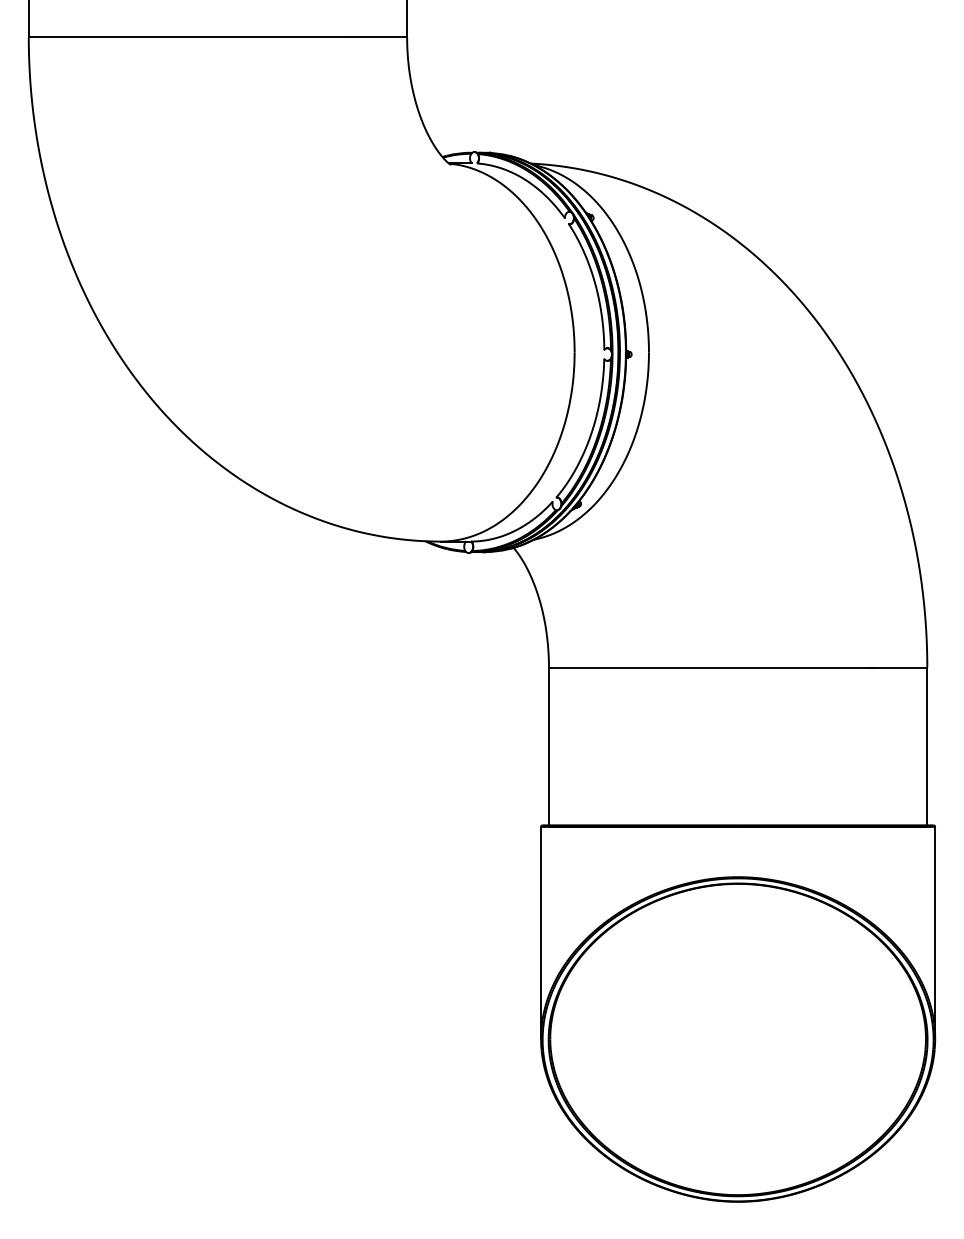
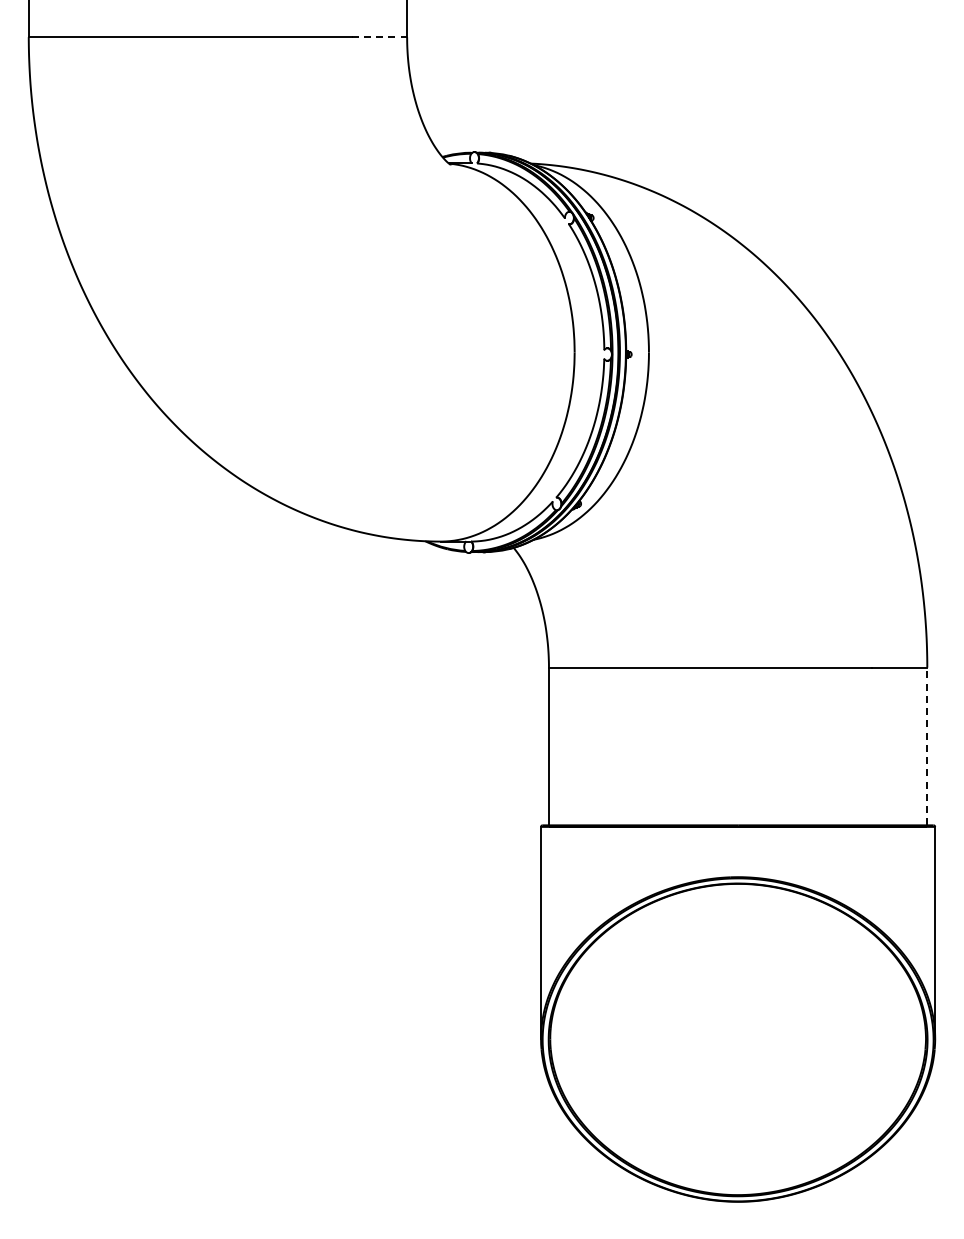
line at (379, 37): solid -> dashed
line at (927, 746): solid -> dashed
